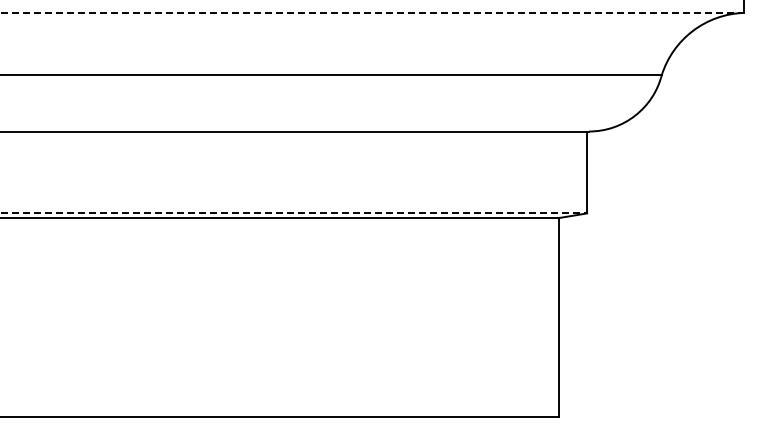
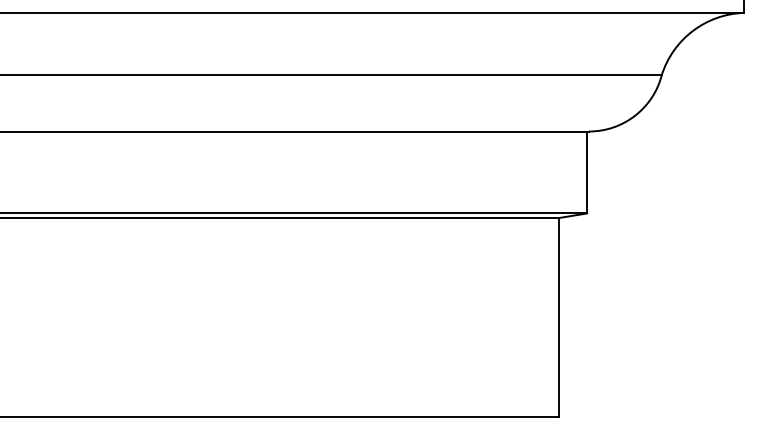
line at (372, 12): dashed -> solid
line at (294, 213): dashed -> solid
